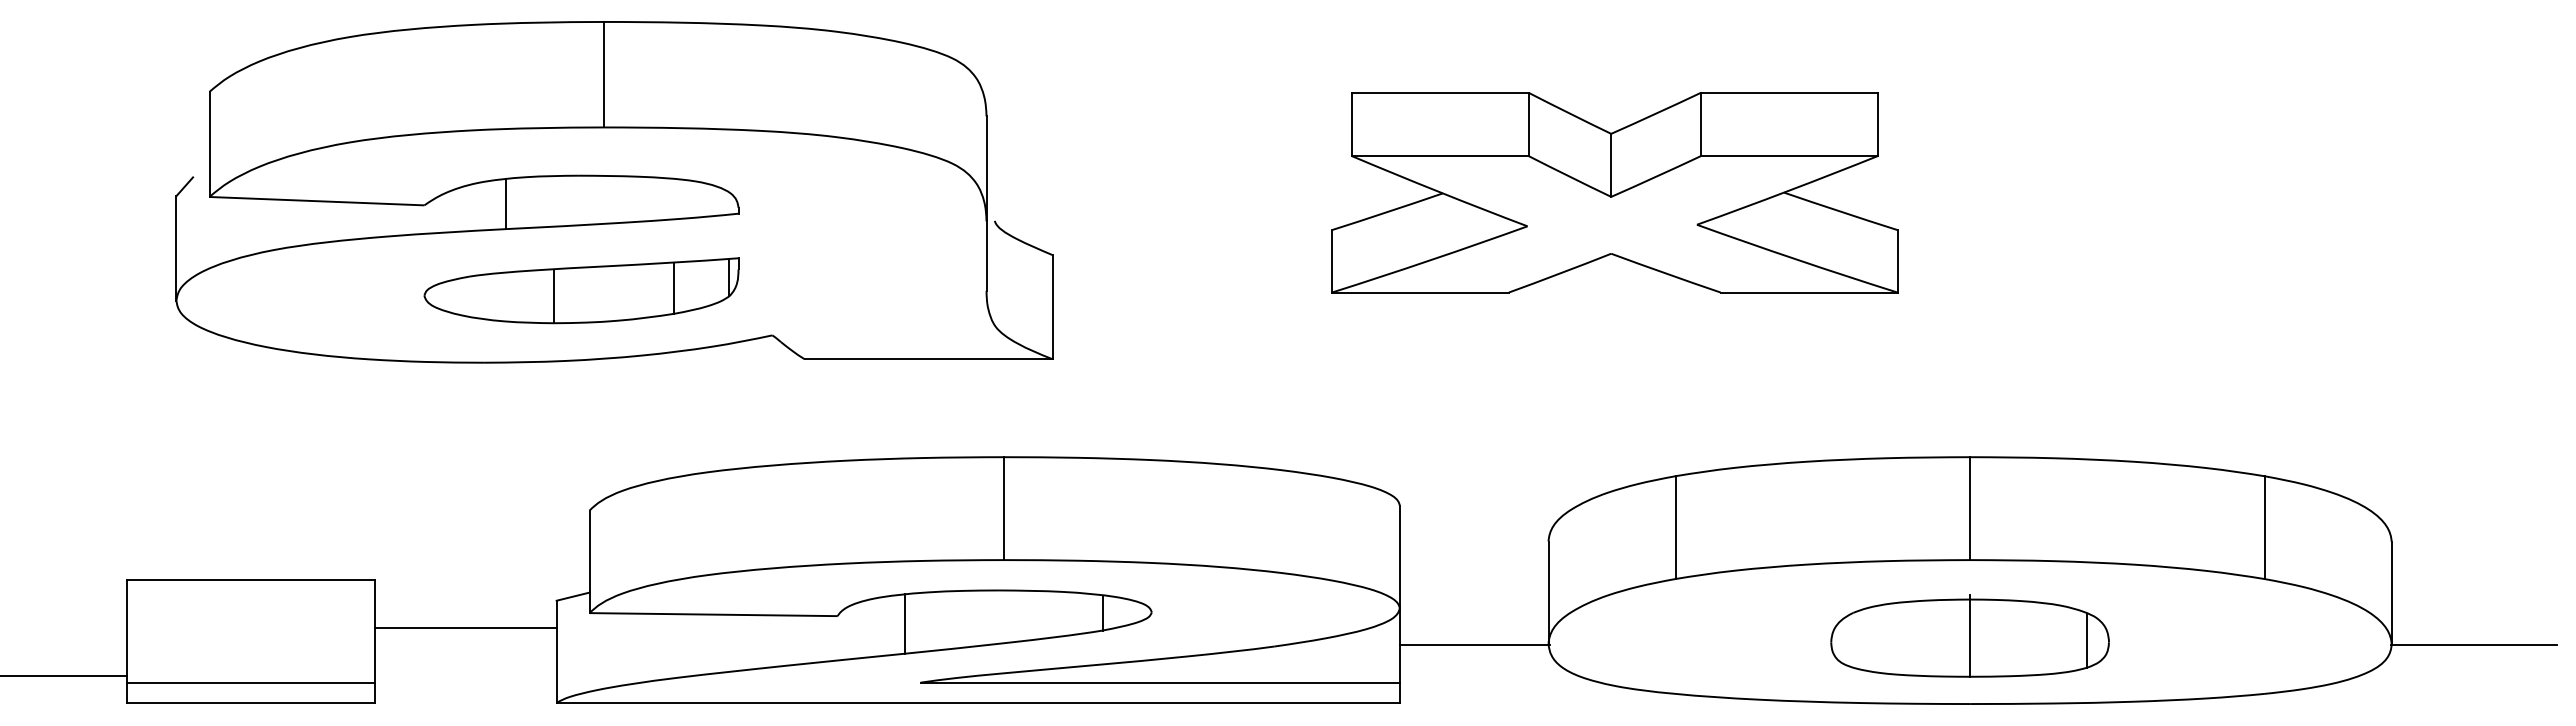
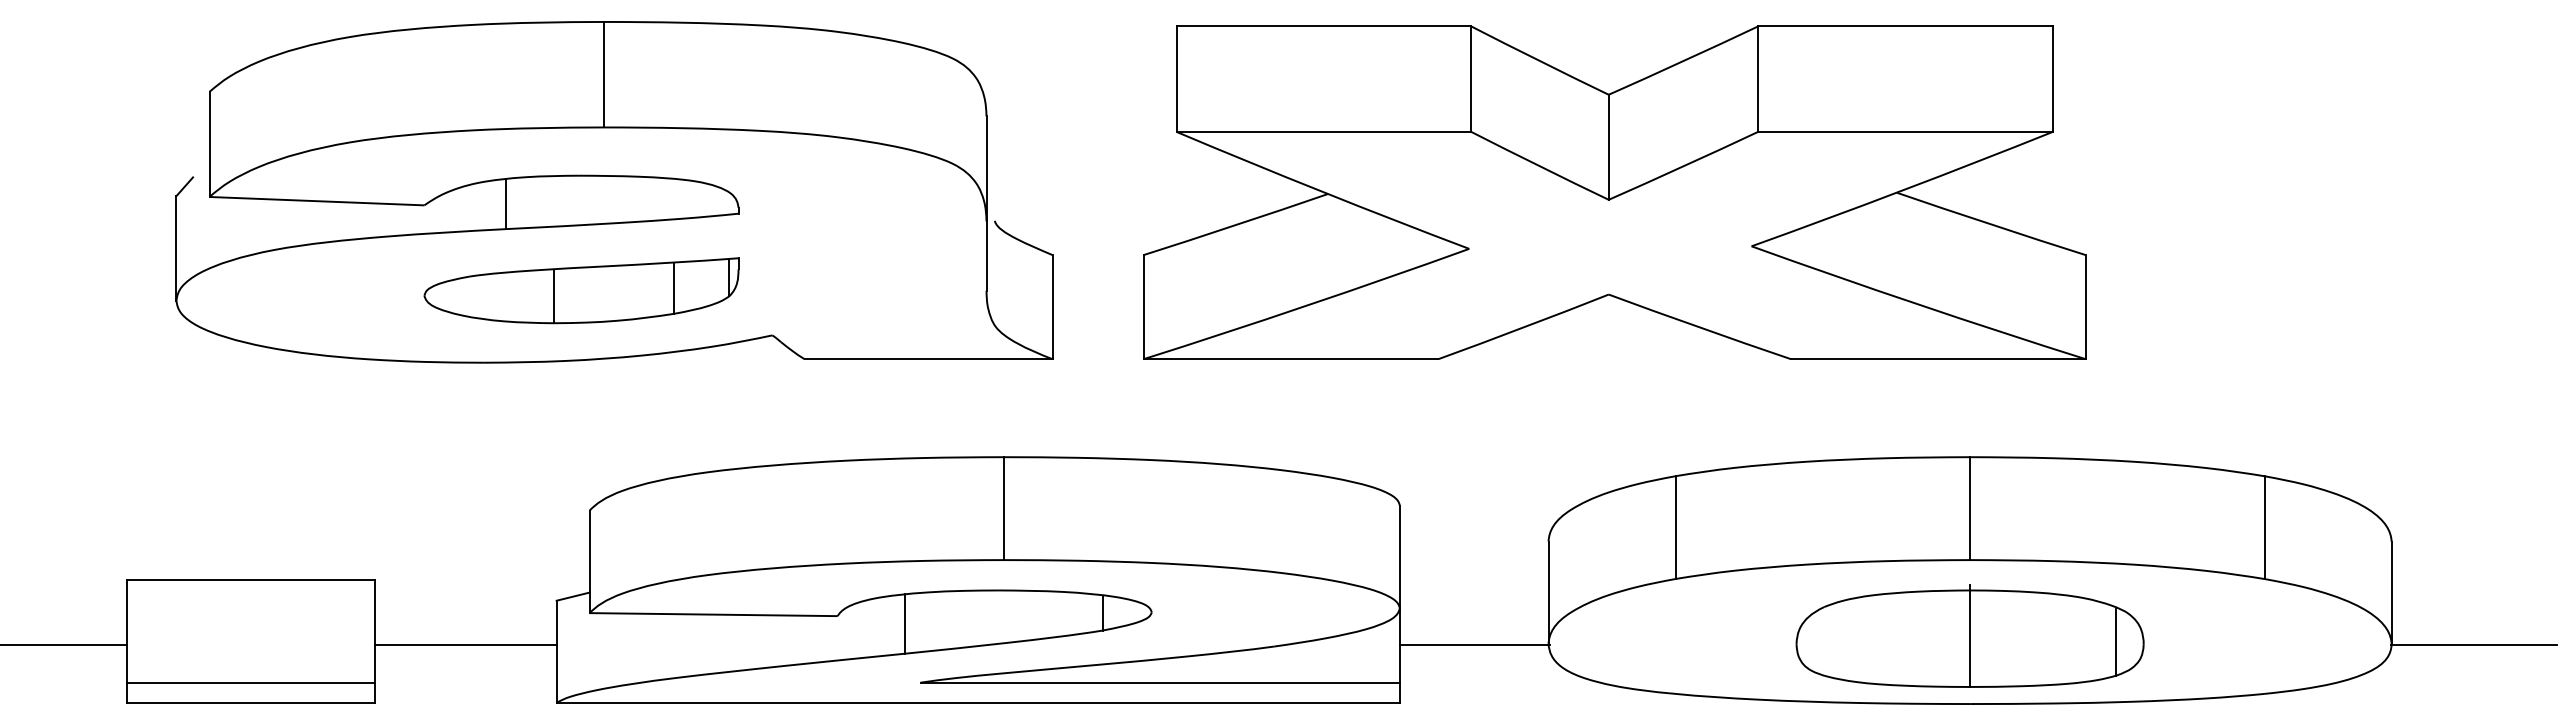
part at (1614, 192) size: 568x202 px -> 944x335 px
line at (465, 628) position: (465, 628) -> (465, 645)
part at (1969, 635) size: 280x84 px -> 350x104 px
line at (64, 676) position: (64, 676) -> (64, 645)
